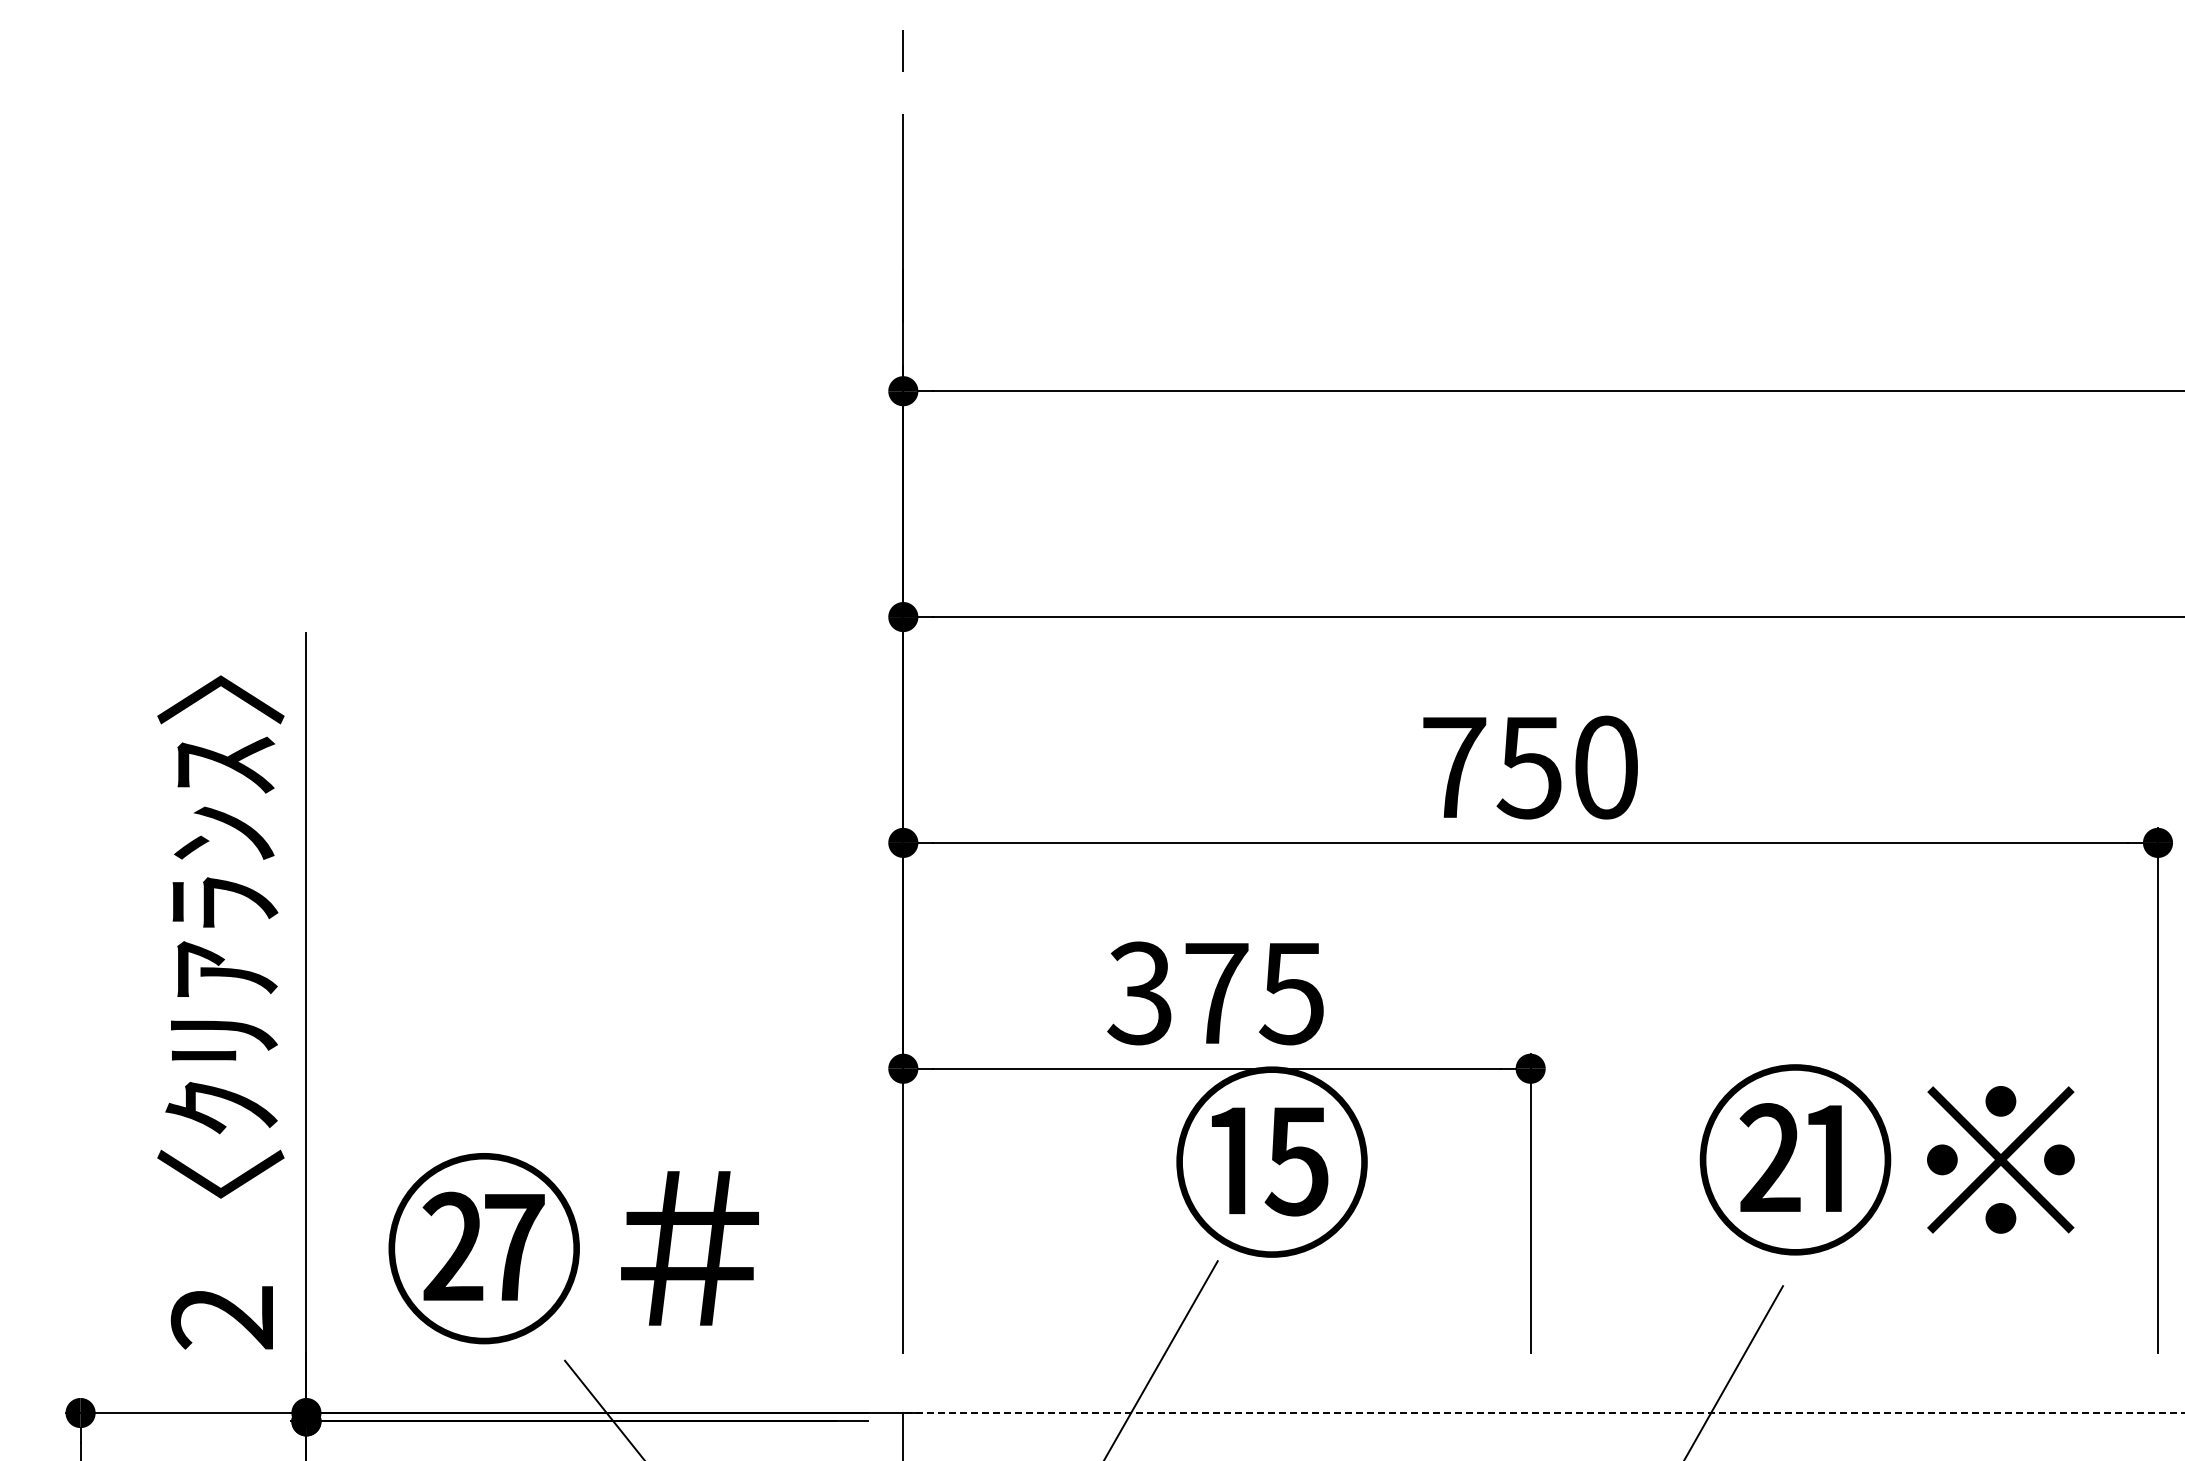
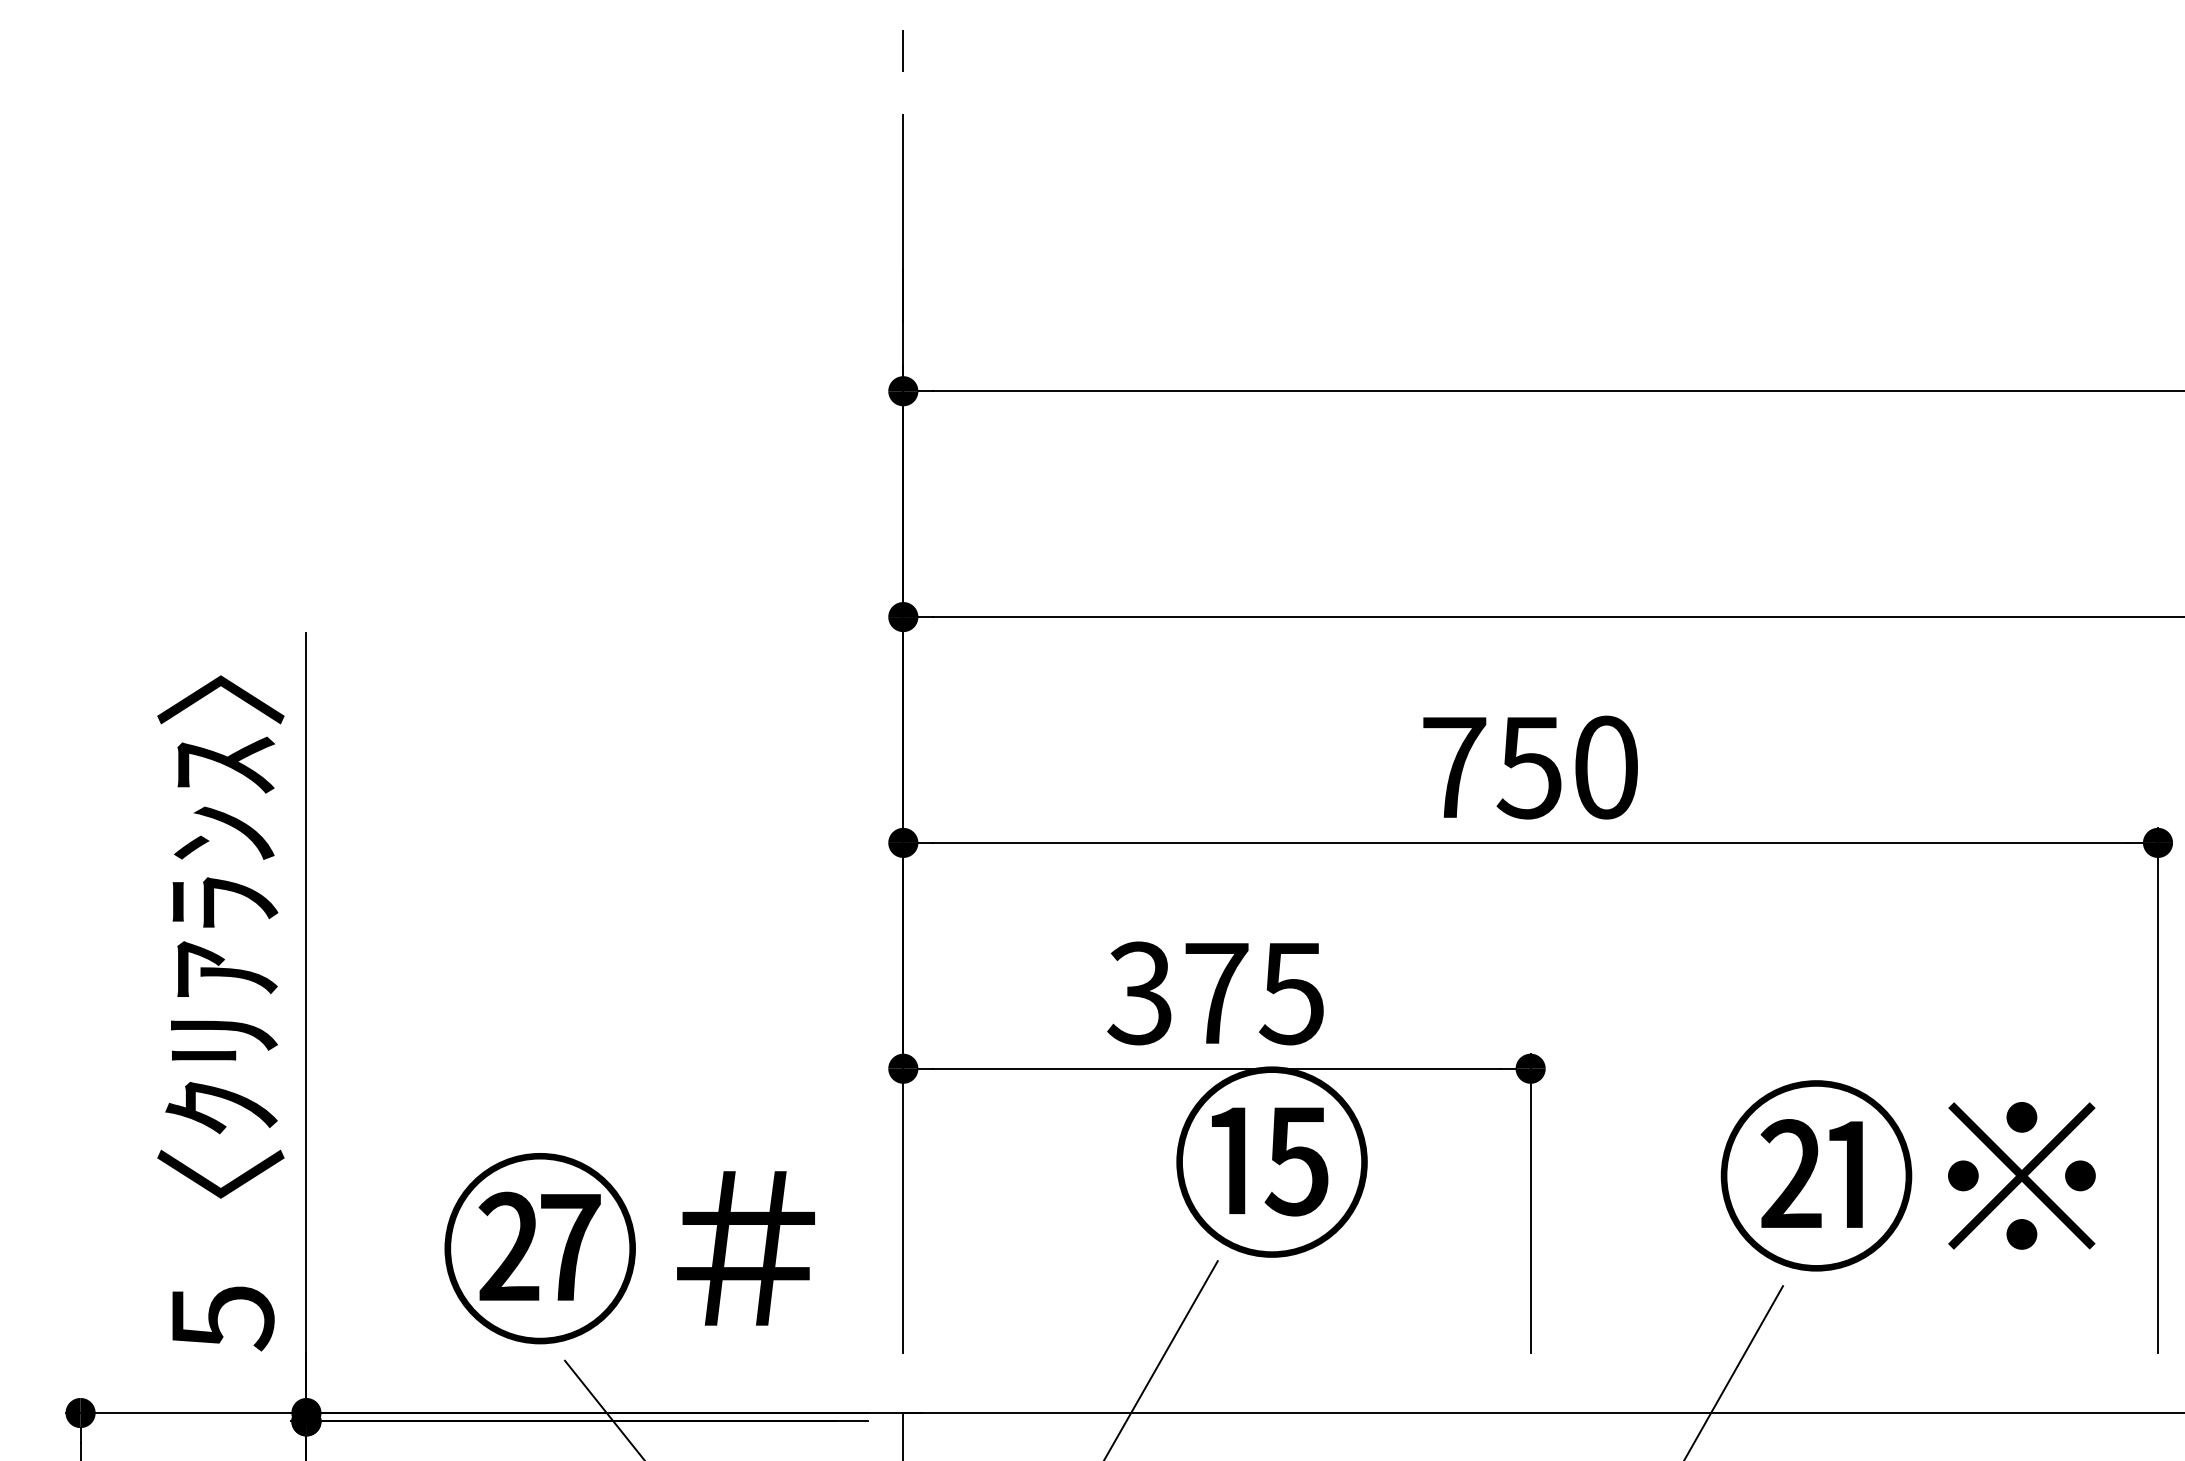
text at (1886, 1159) position: (1886, 1159) -> (1907, 1175)
text at (573, 1248) position: (573, 1248) -> (629, 1248)
text at (222, 1318): 2 -> 5
line at (1543, 1413): dashed -> solid
